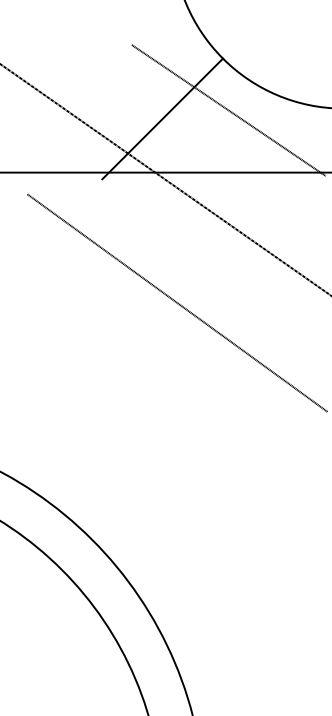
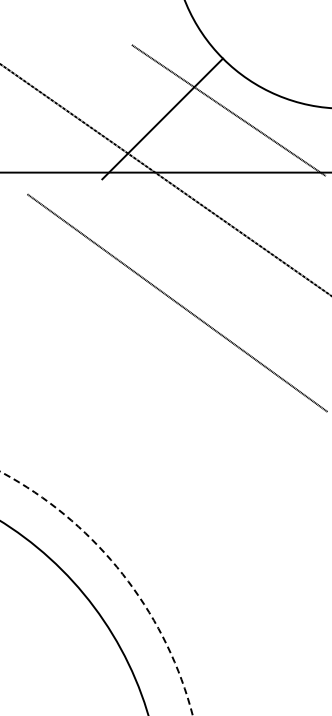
circle at (96, 593): solid -> dashed
